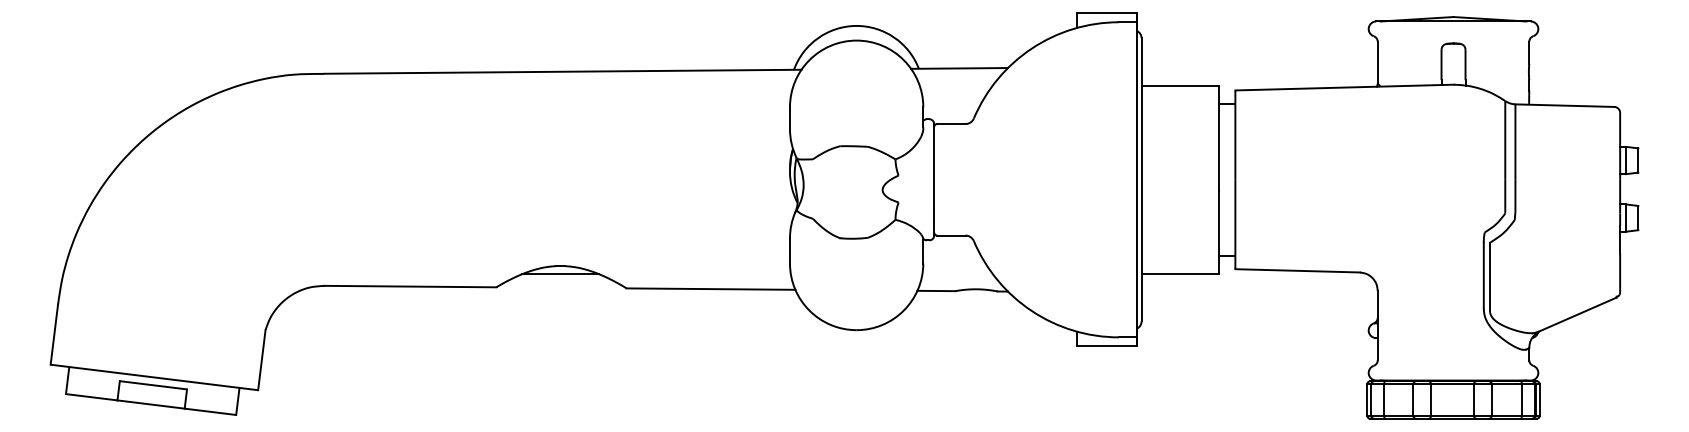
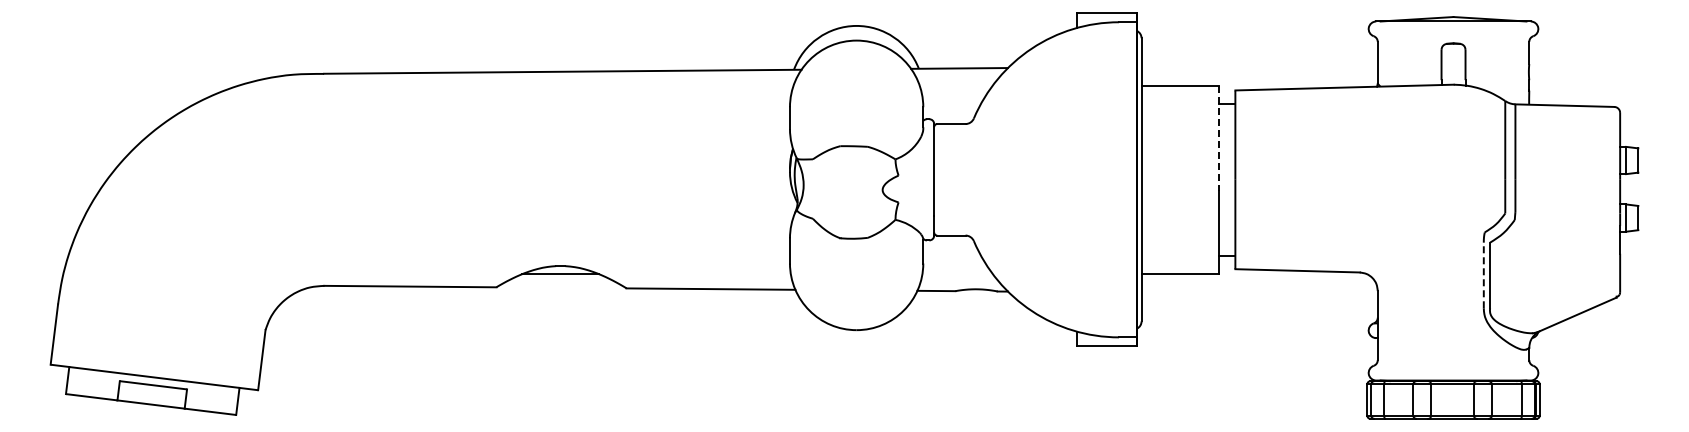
line at (1219, 138): solid -> dashed
line at (1483, 275): solid -> dashed
